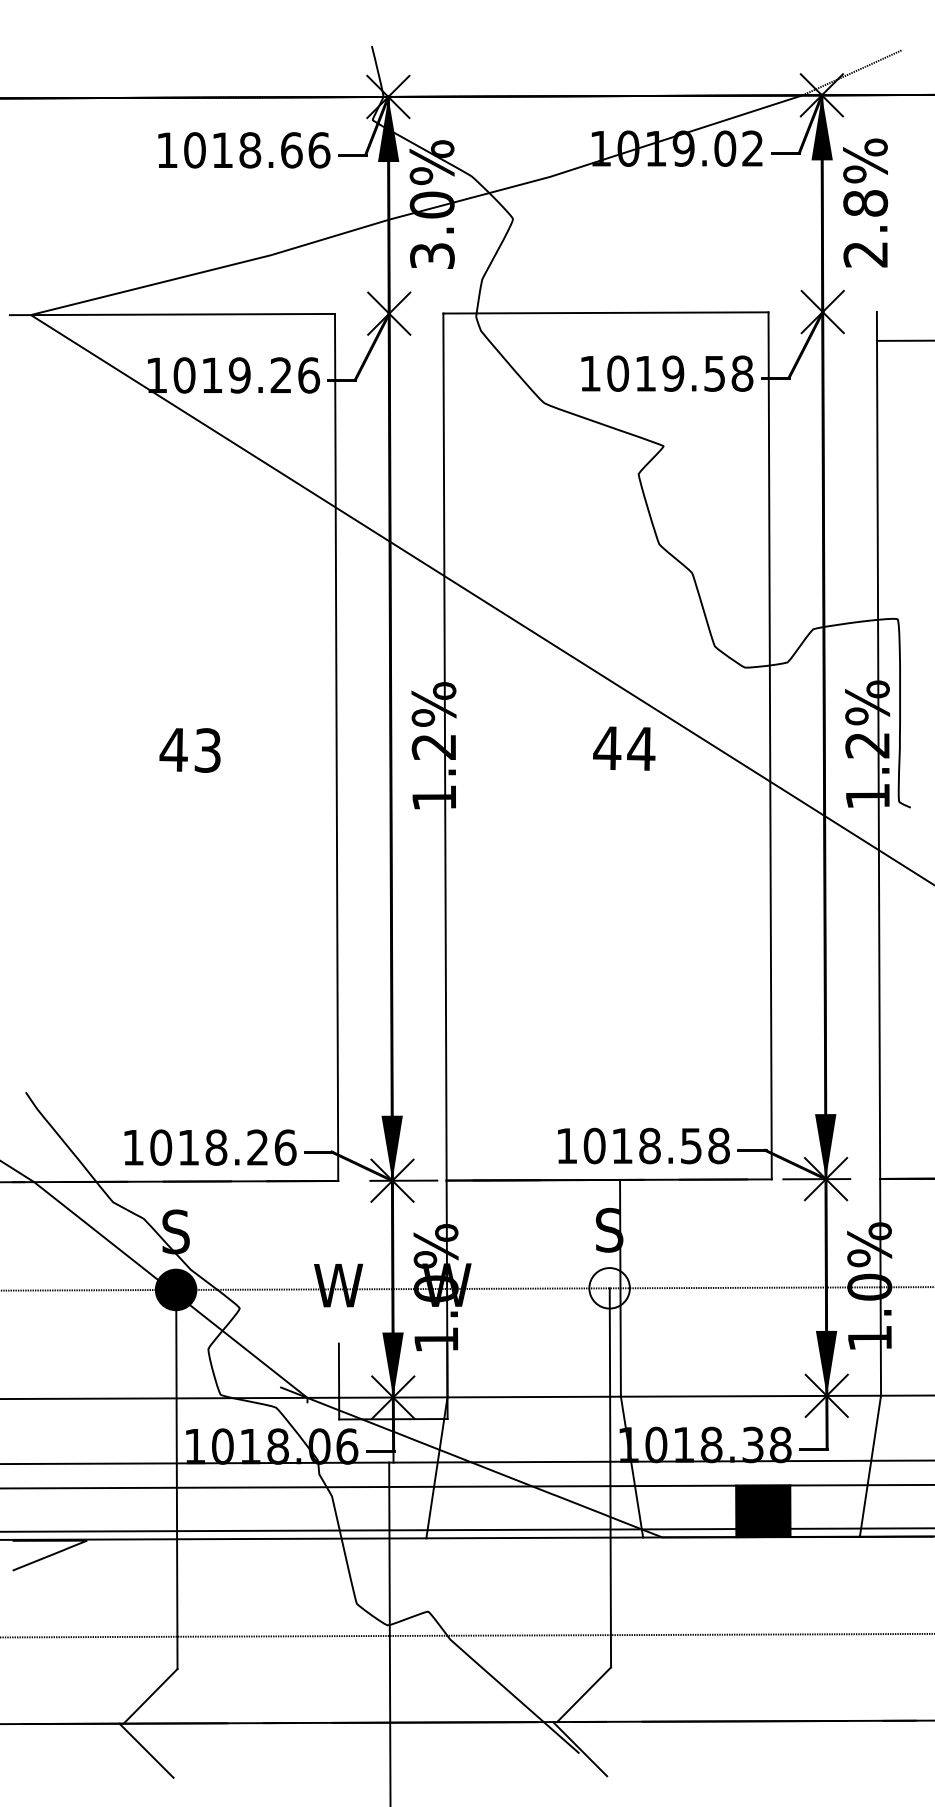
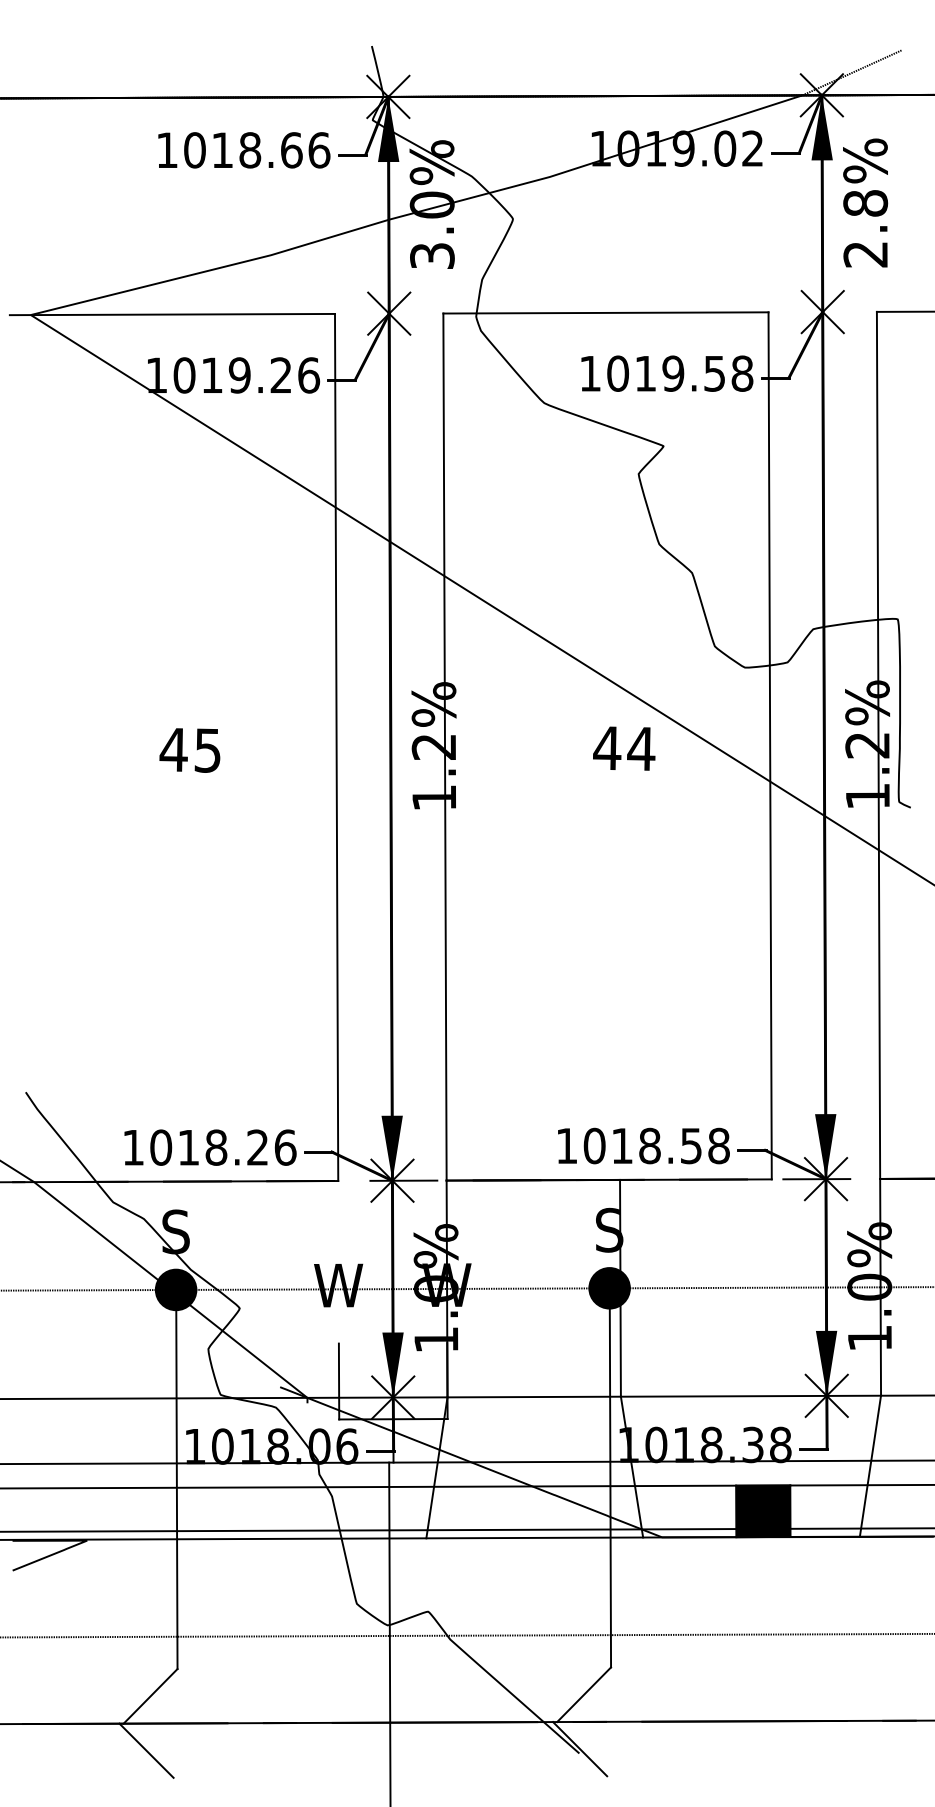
line at (903, 340) position: (903, 340) -> (903, 311)
text at (207, 750): 43 -> 45
fill at (609, 1288): none -> present
